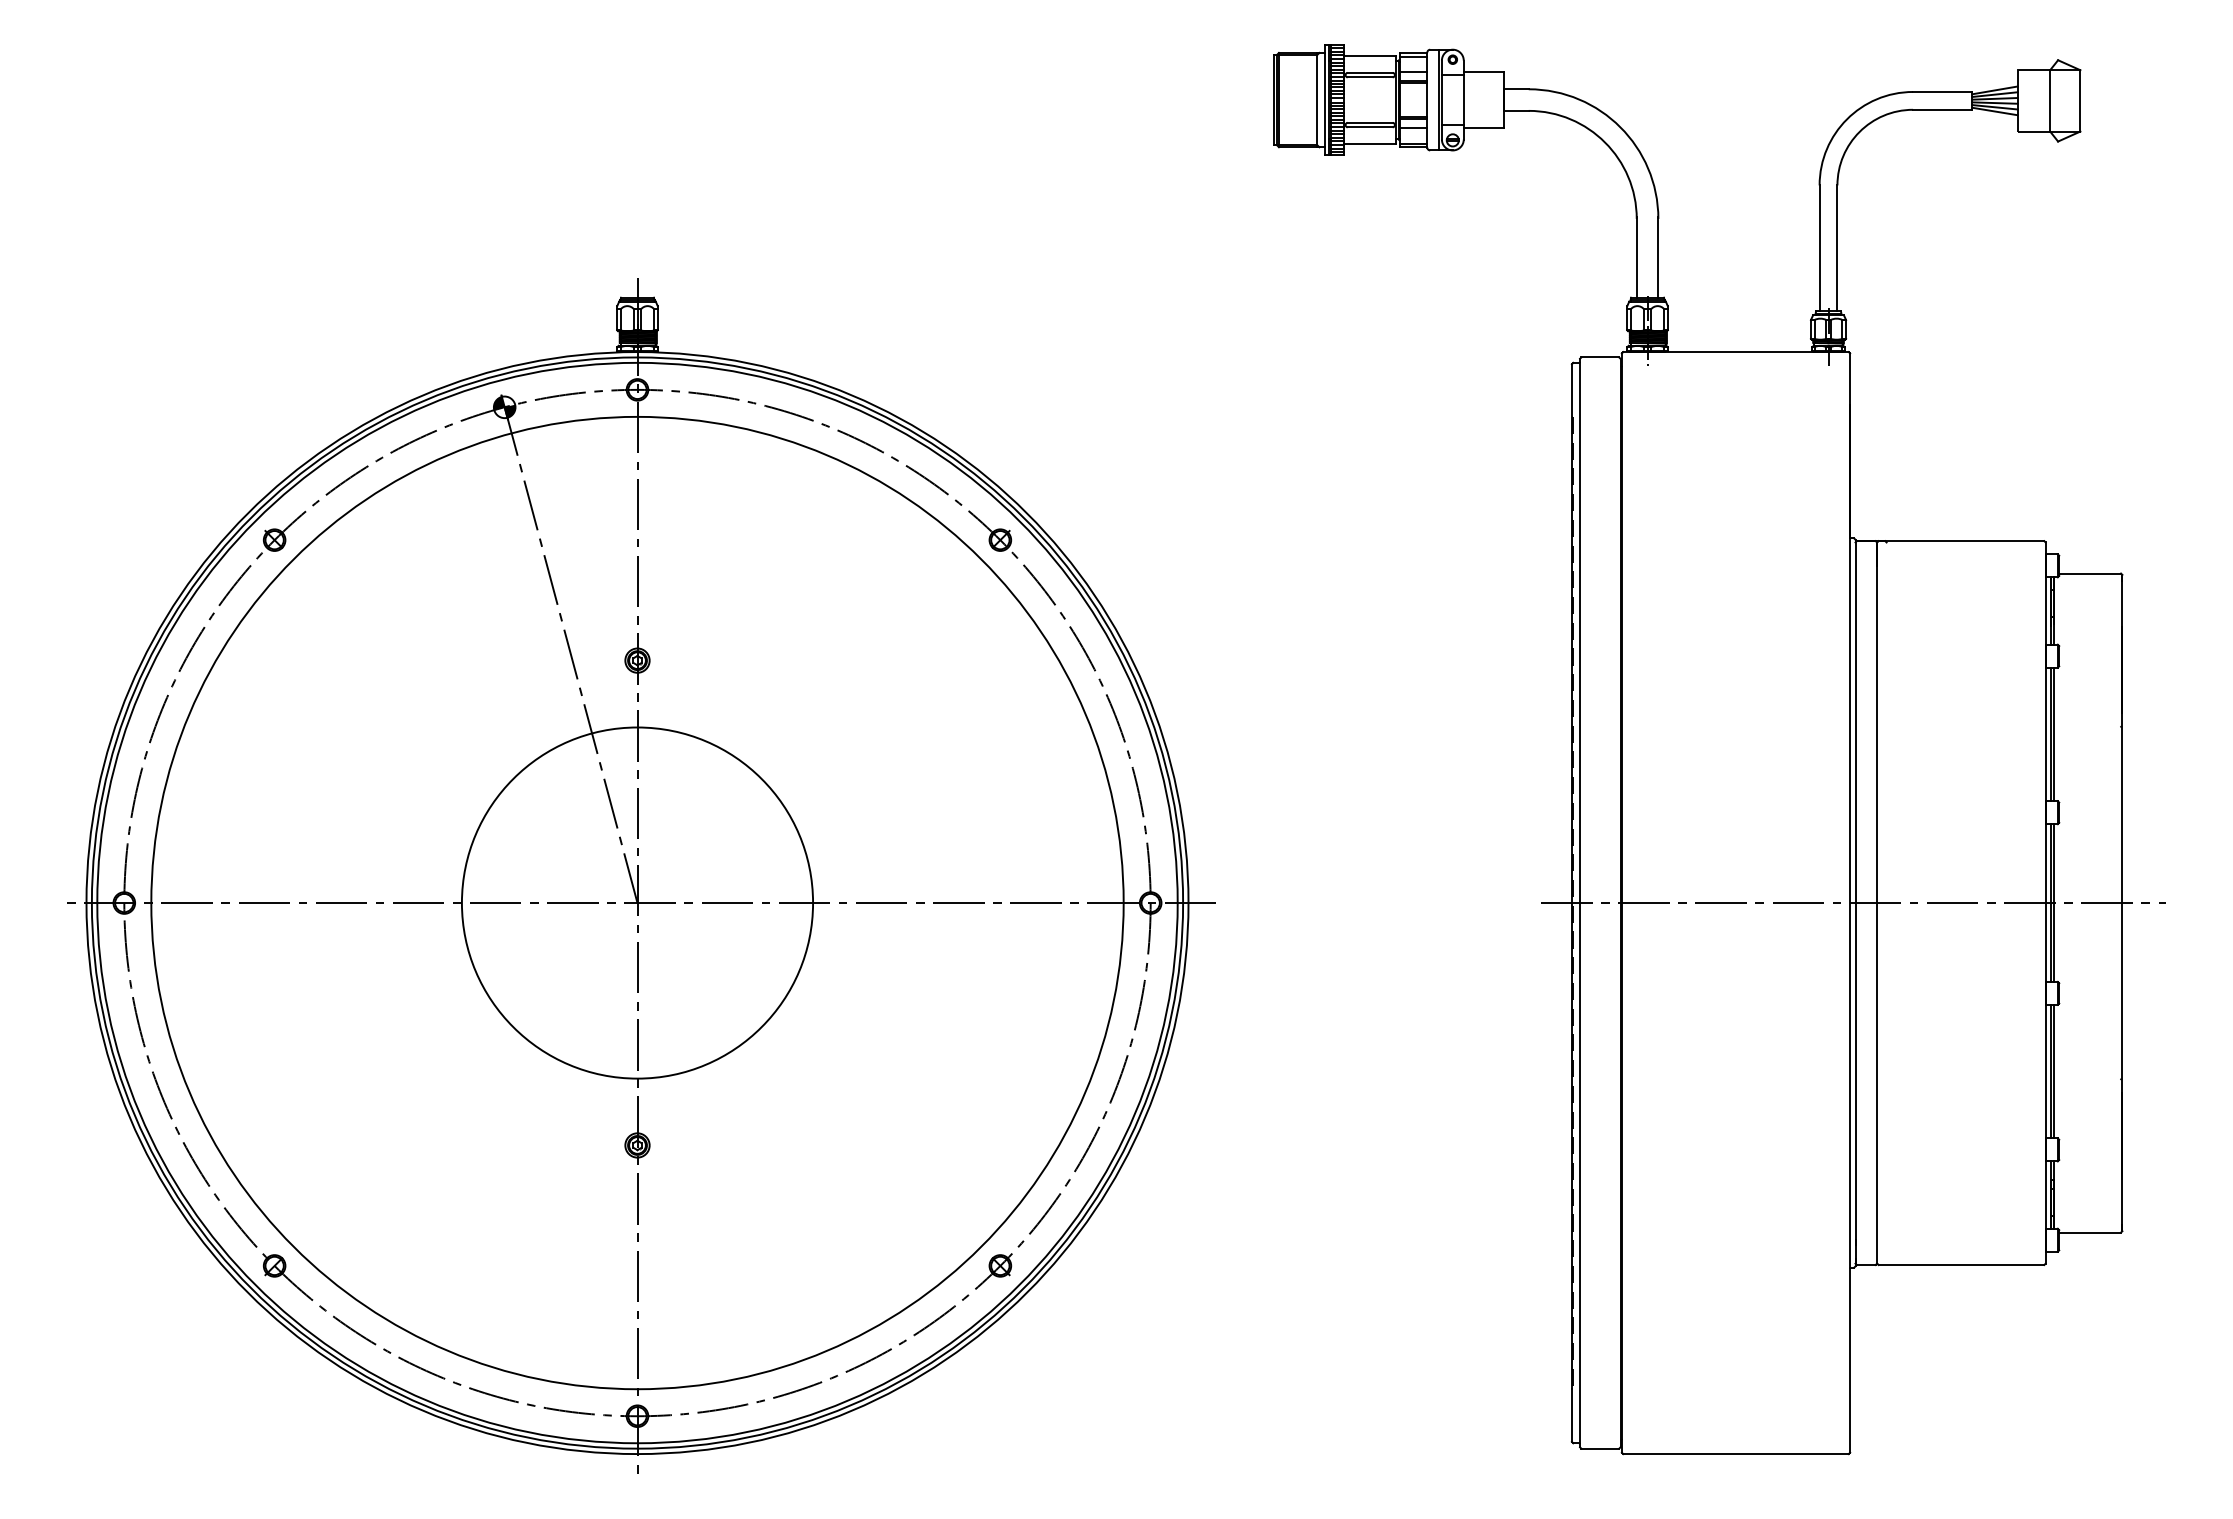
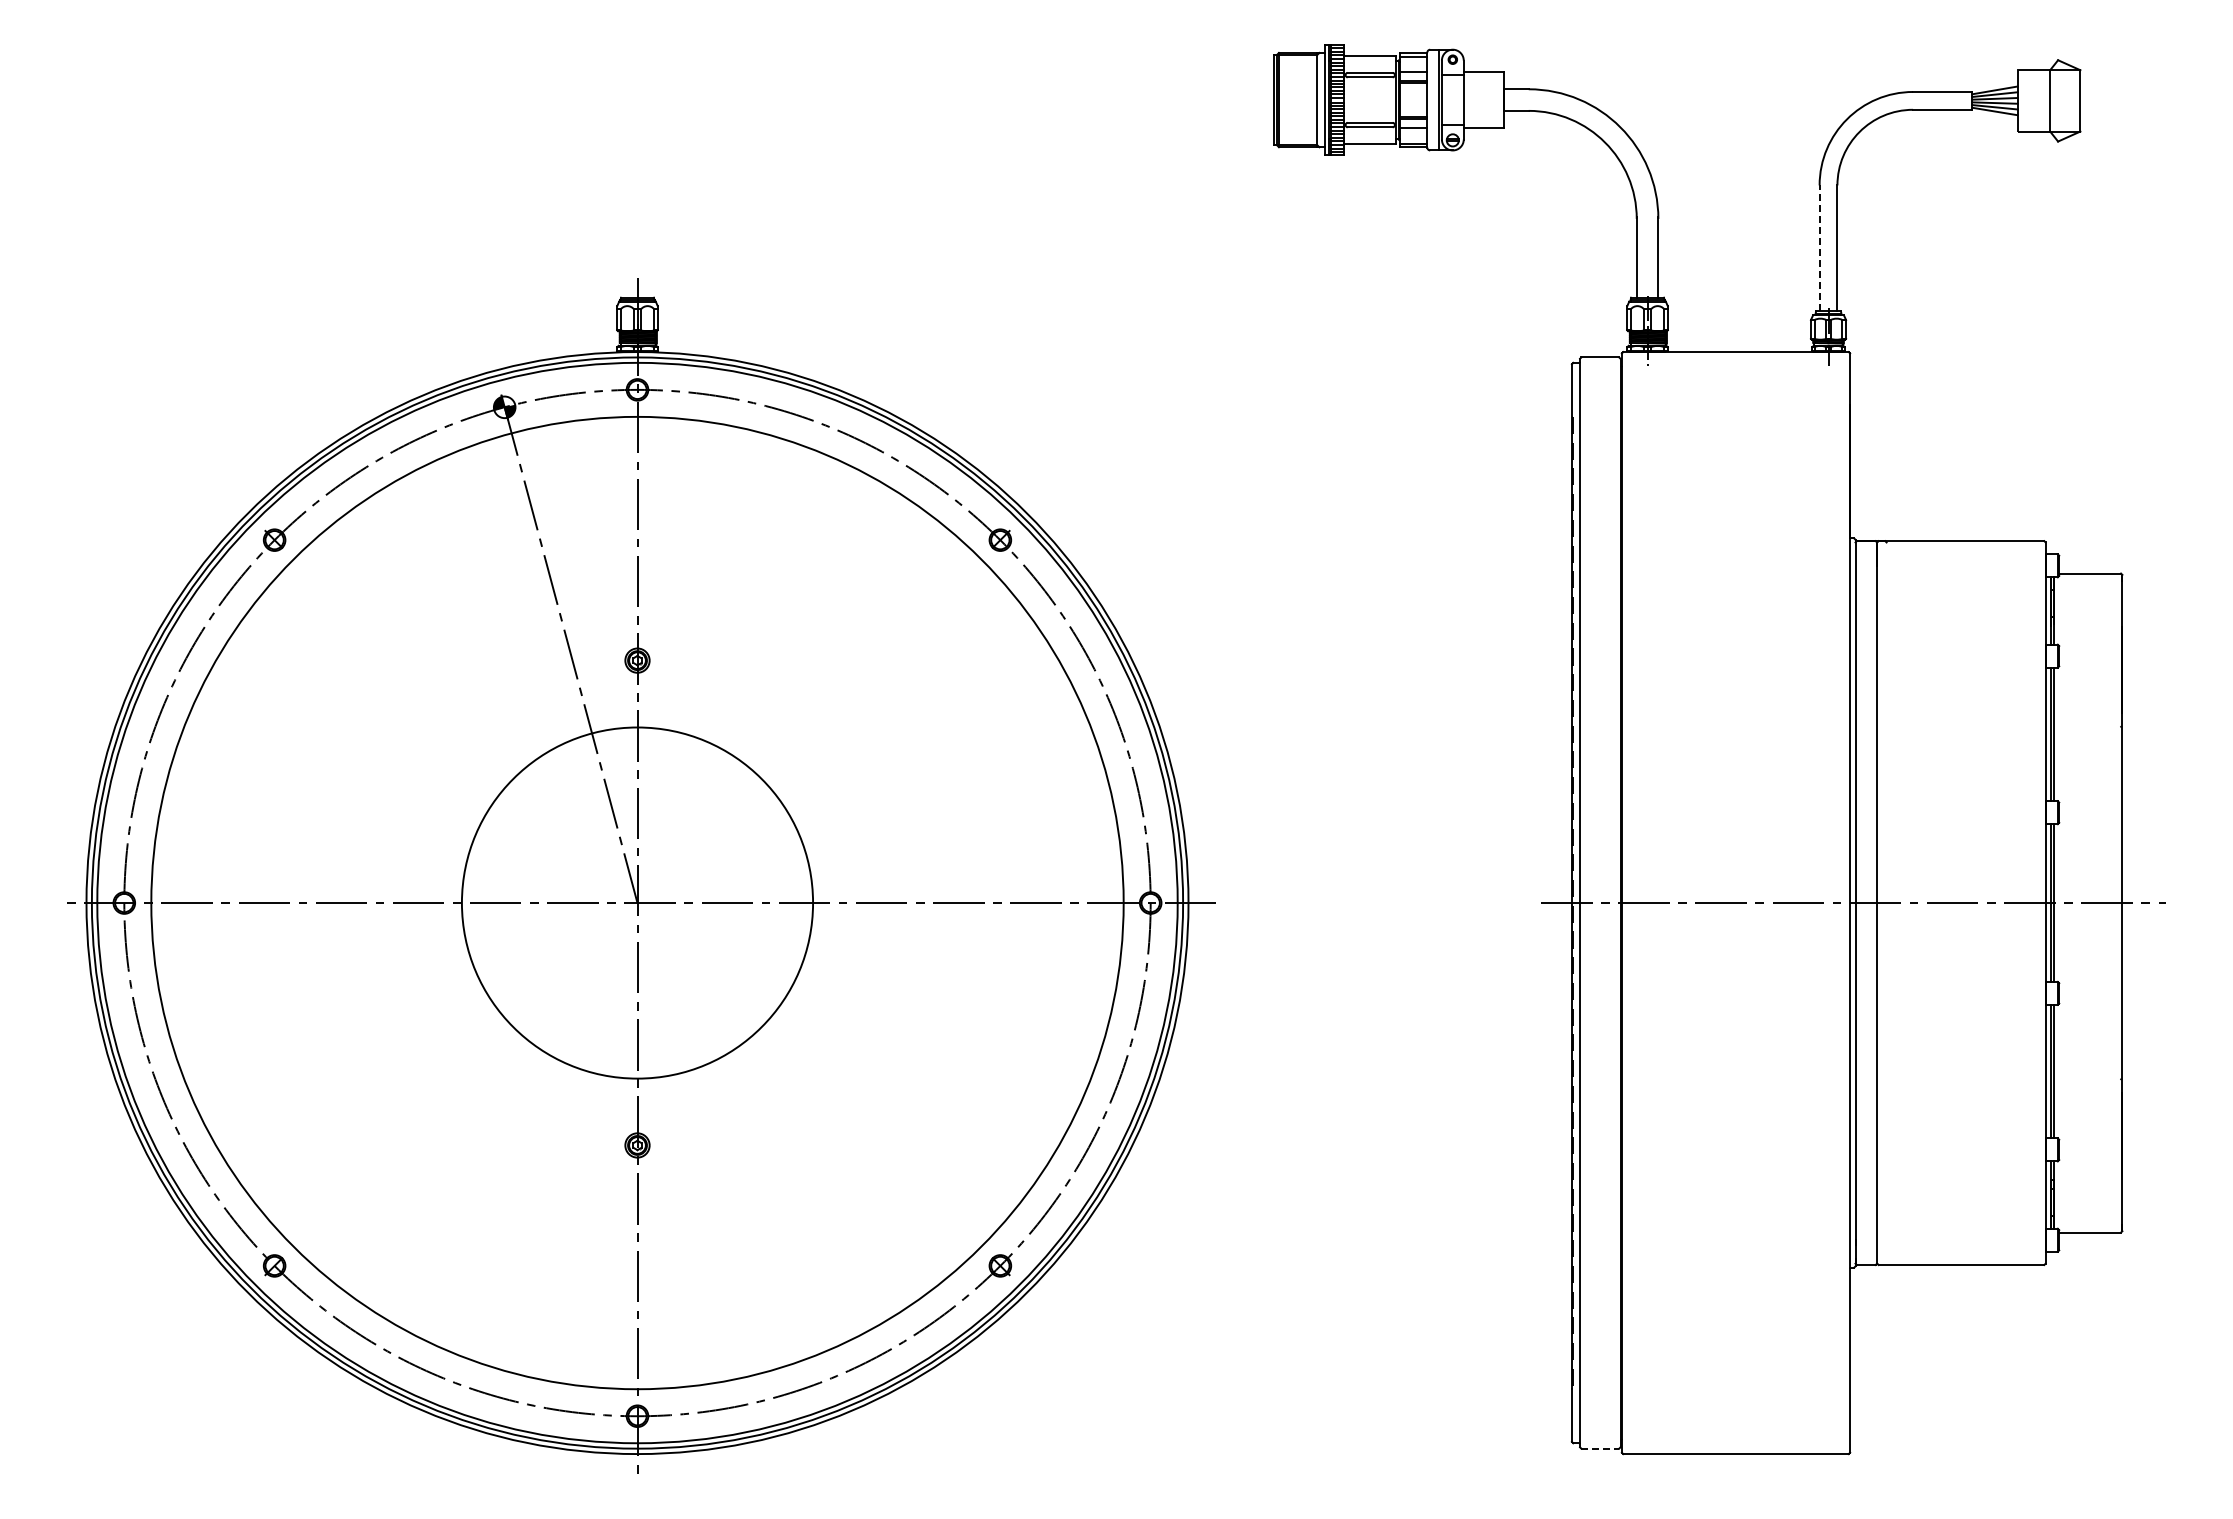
line at (1819, 248): solid -> dashed
line at (1600, 1448): solid -> dashed
